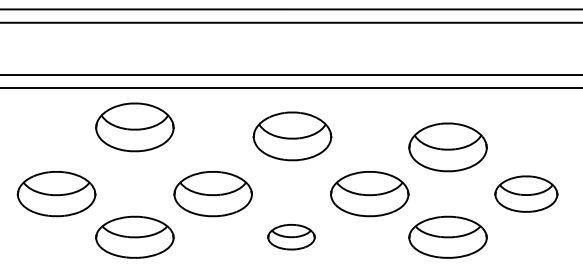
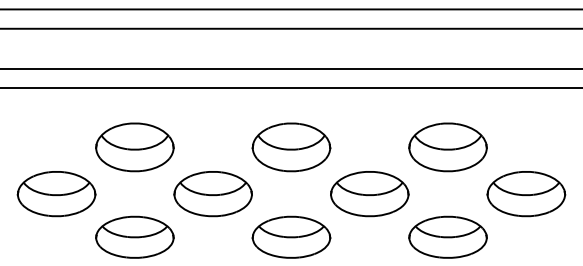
line at (290, 22) position: (290, 22) -> (290, 28)
line at (290, 75) position: (290, 75) -> (290, 69)
part at (134, 127) position: (134, 127) -> (134, 147)
part at (292, 136) position: (292, 136) -> (291, 147)
part at (526, 193) size: 65x38 px -> 81x47 px
part at (291, 237) size: 49x27 px -> 81x44 px
